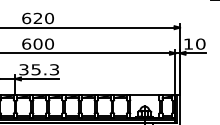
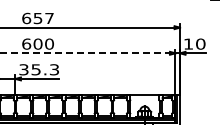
text at (43, 18): 620 -> 657
line at (88, 53): solid -> dashed
